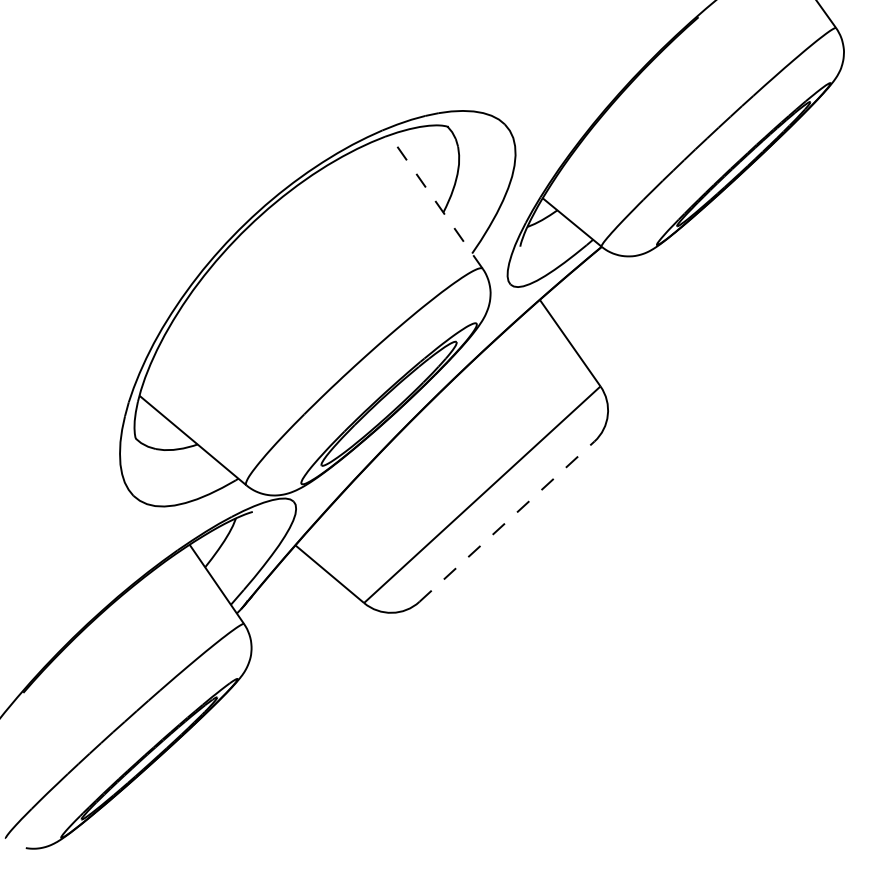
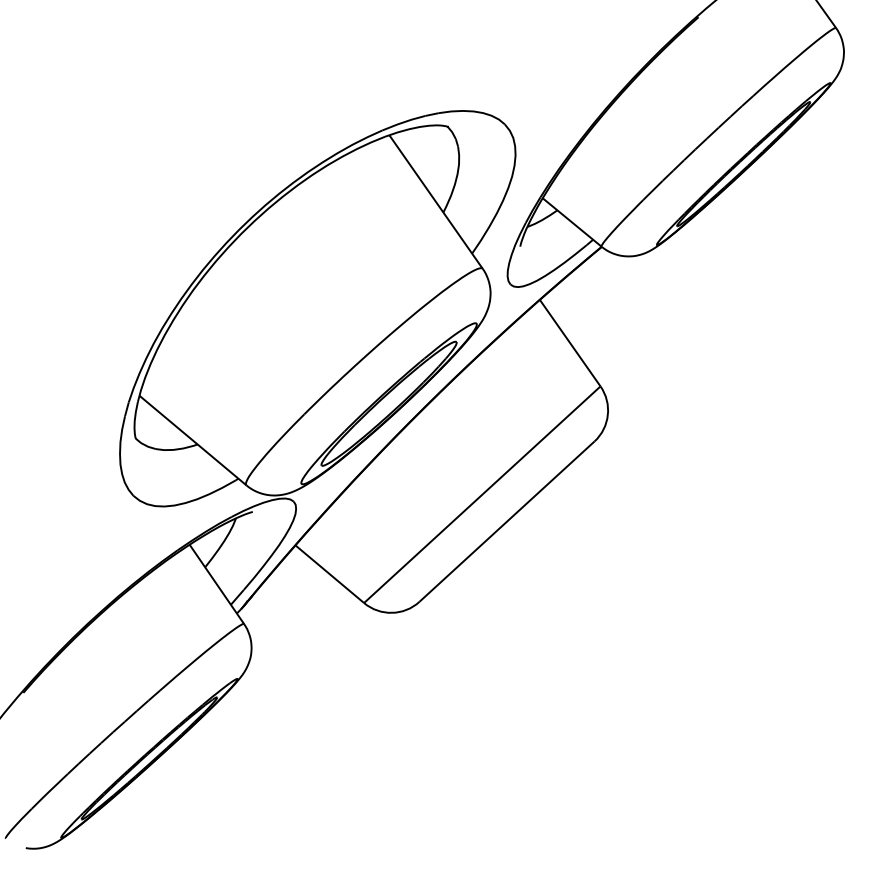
line at (435, 201): dashed -> solid
line at (506, 521): dashed -> solid
